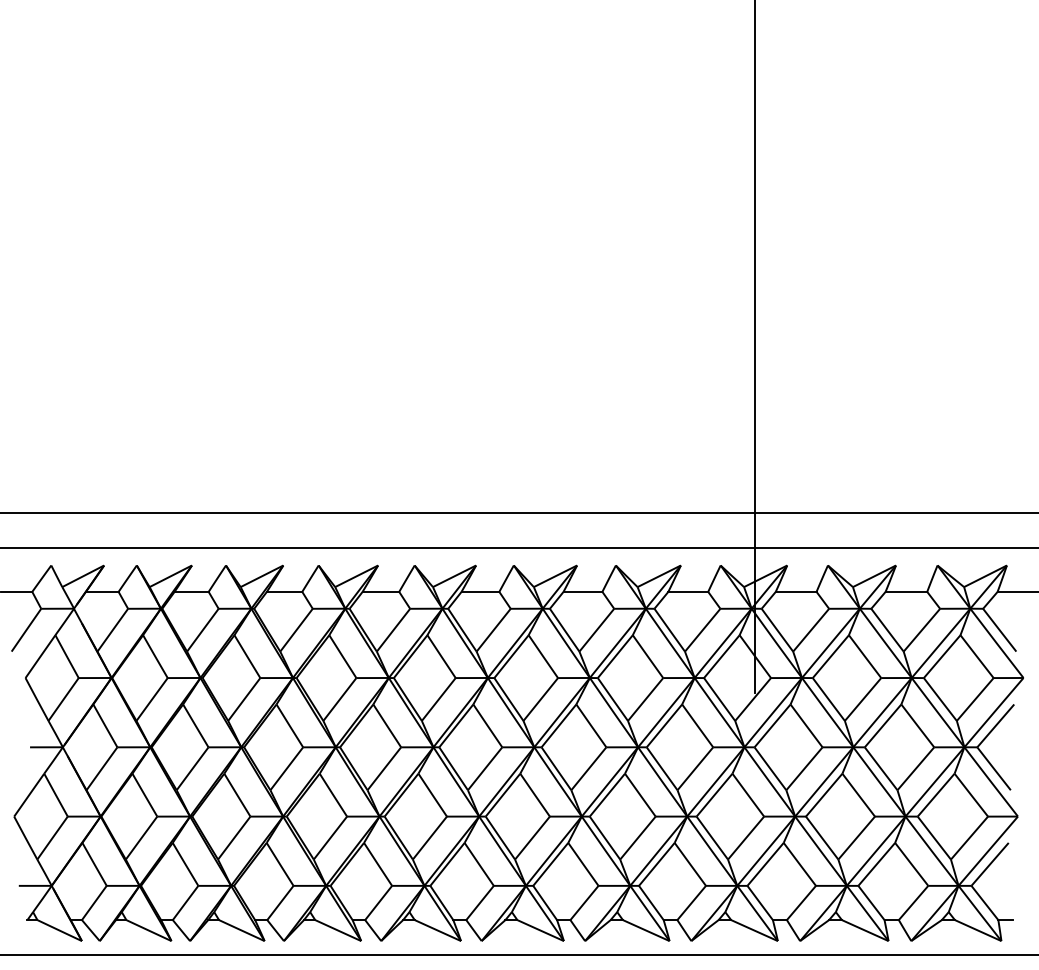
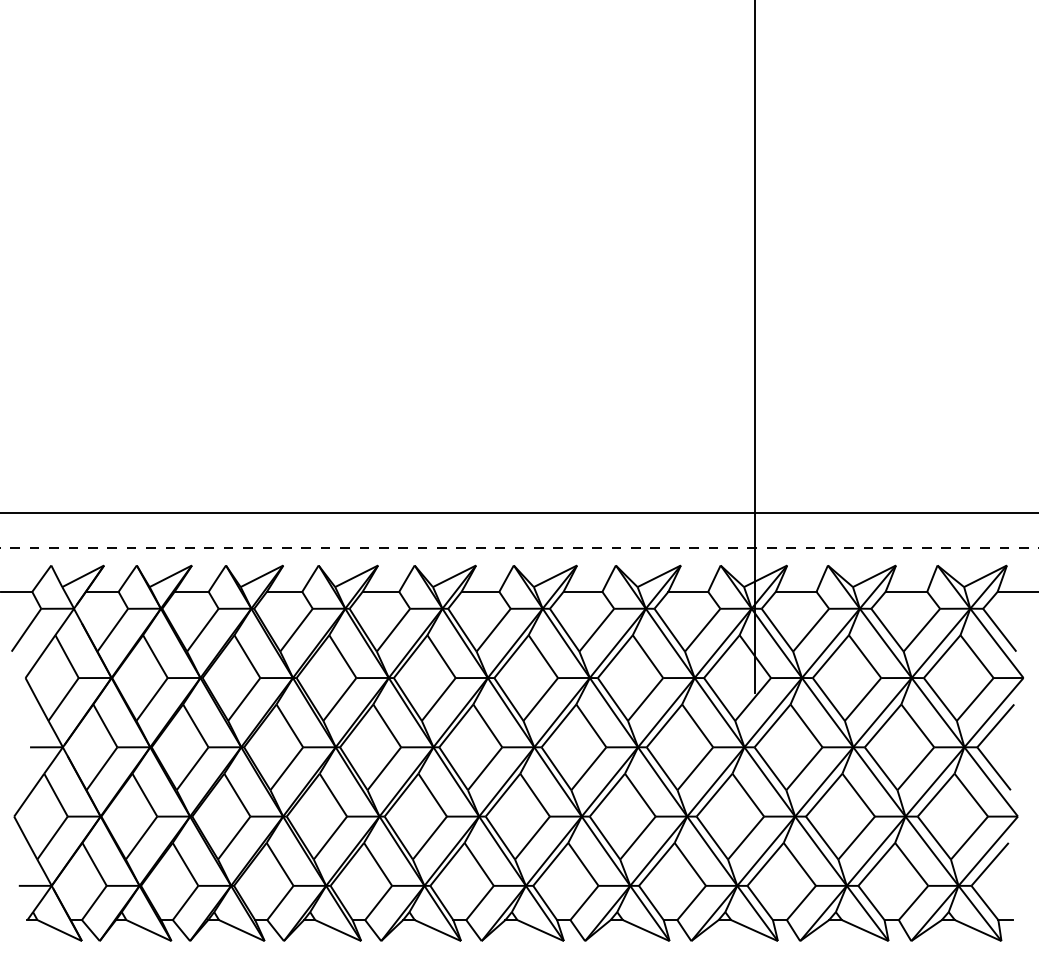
line at (520, 547): solid -> dashed
line at (518, 955): present -> none
